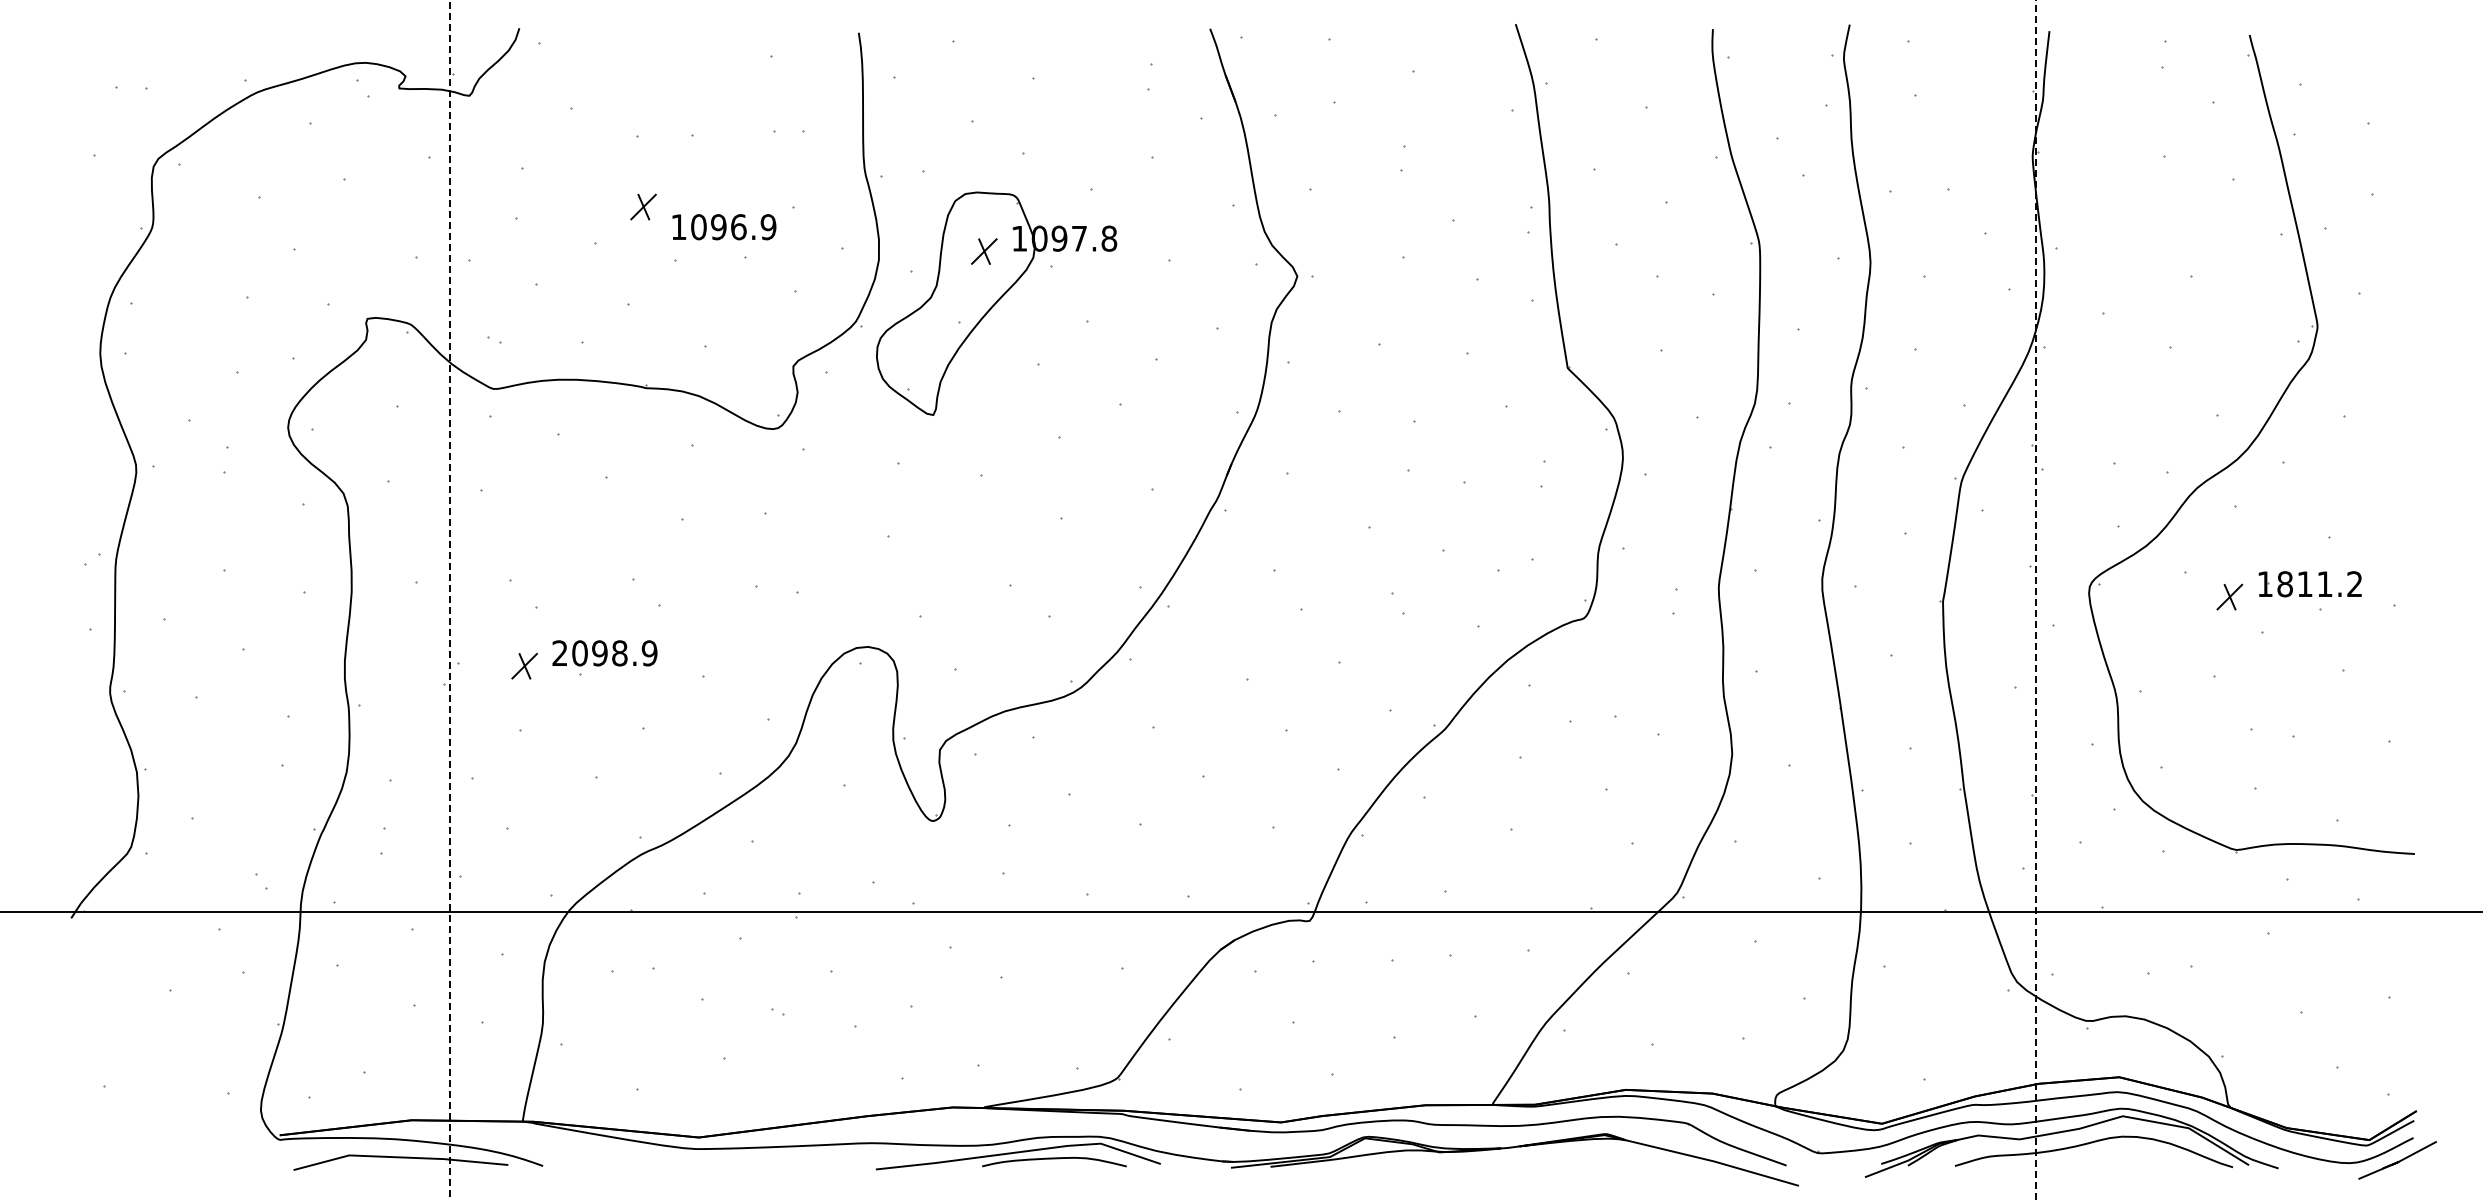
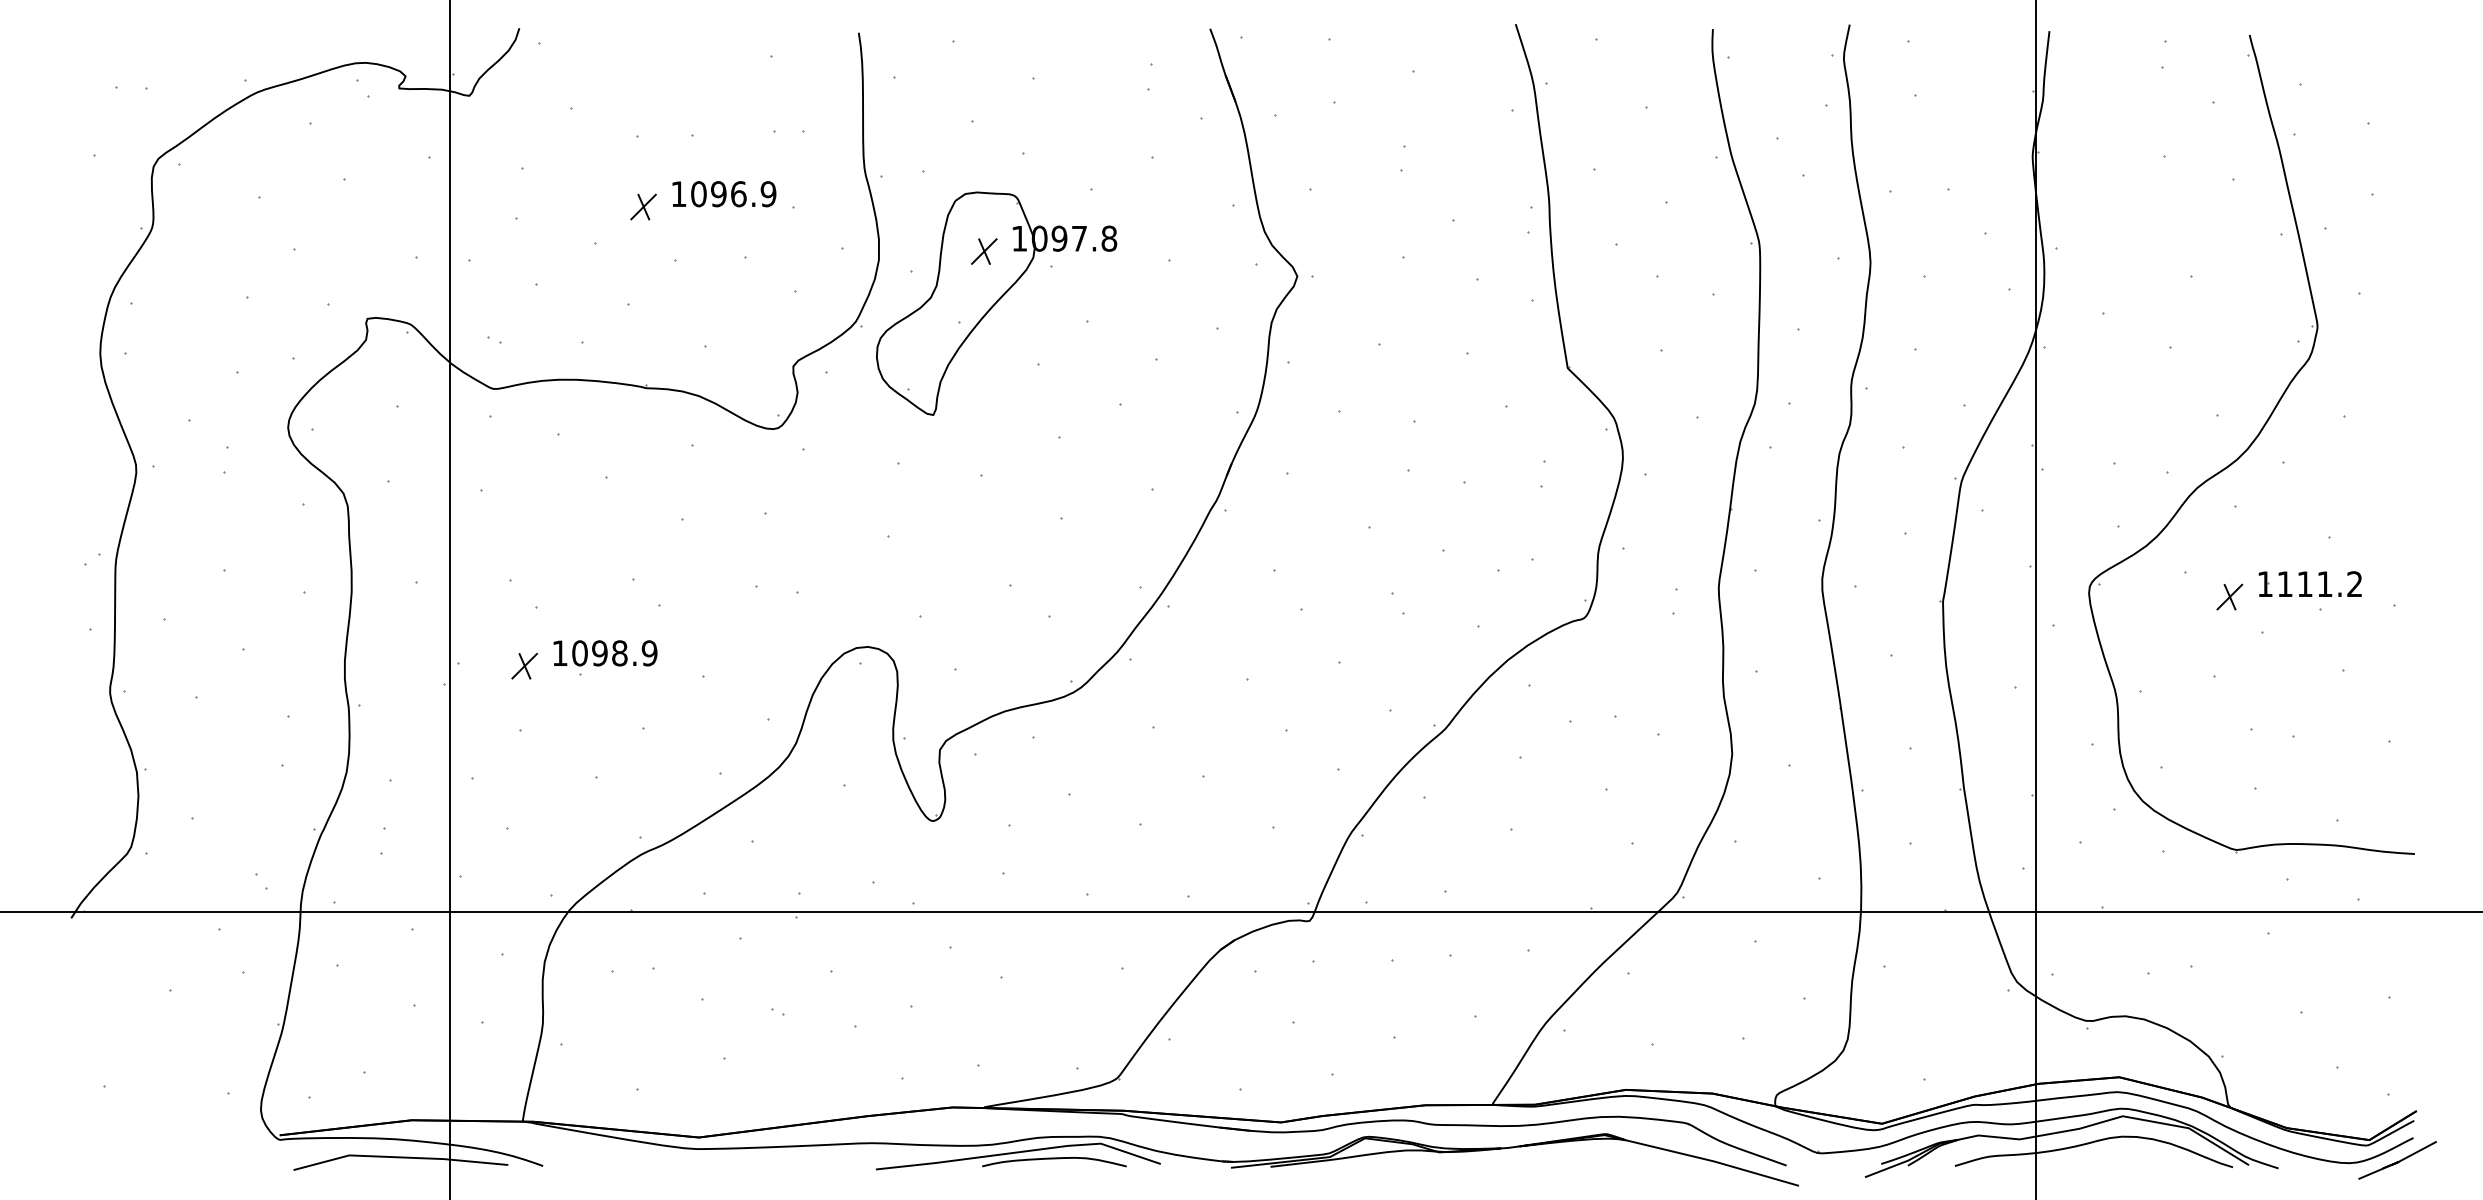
part at (724, 227) position: (724, 227) -> (724, 194)
text at (2284, 584): 1811.2 -> 1111.2
line at (2035, 599): dashed -> solid
line at (450, 600): dashed -> solid
text at (559, 652): 2098.9 -> 1098.9
